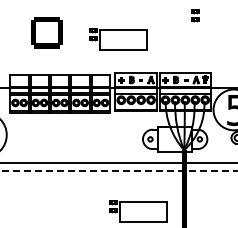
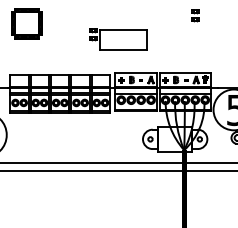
part at (46, 32) position: (46, 32) -> (26, 23)
line at (118, 171): dashed -> solid
part at (138, 211): present -> none
